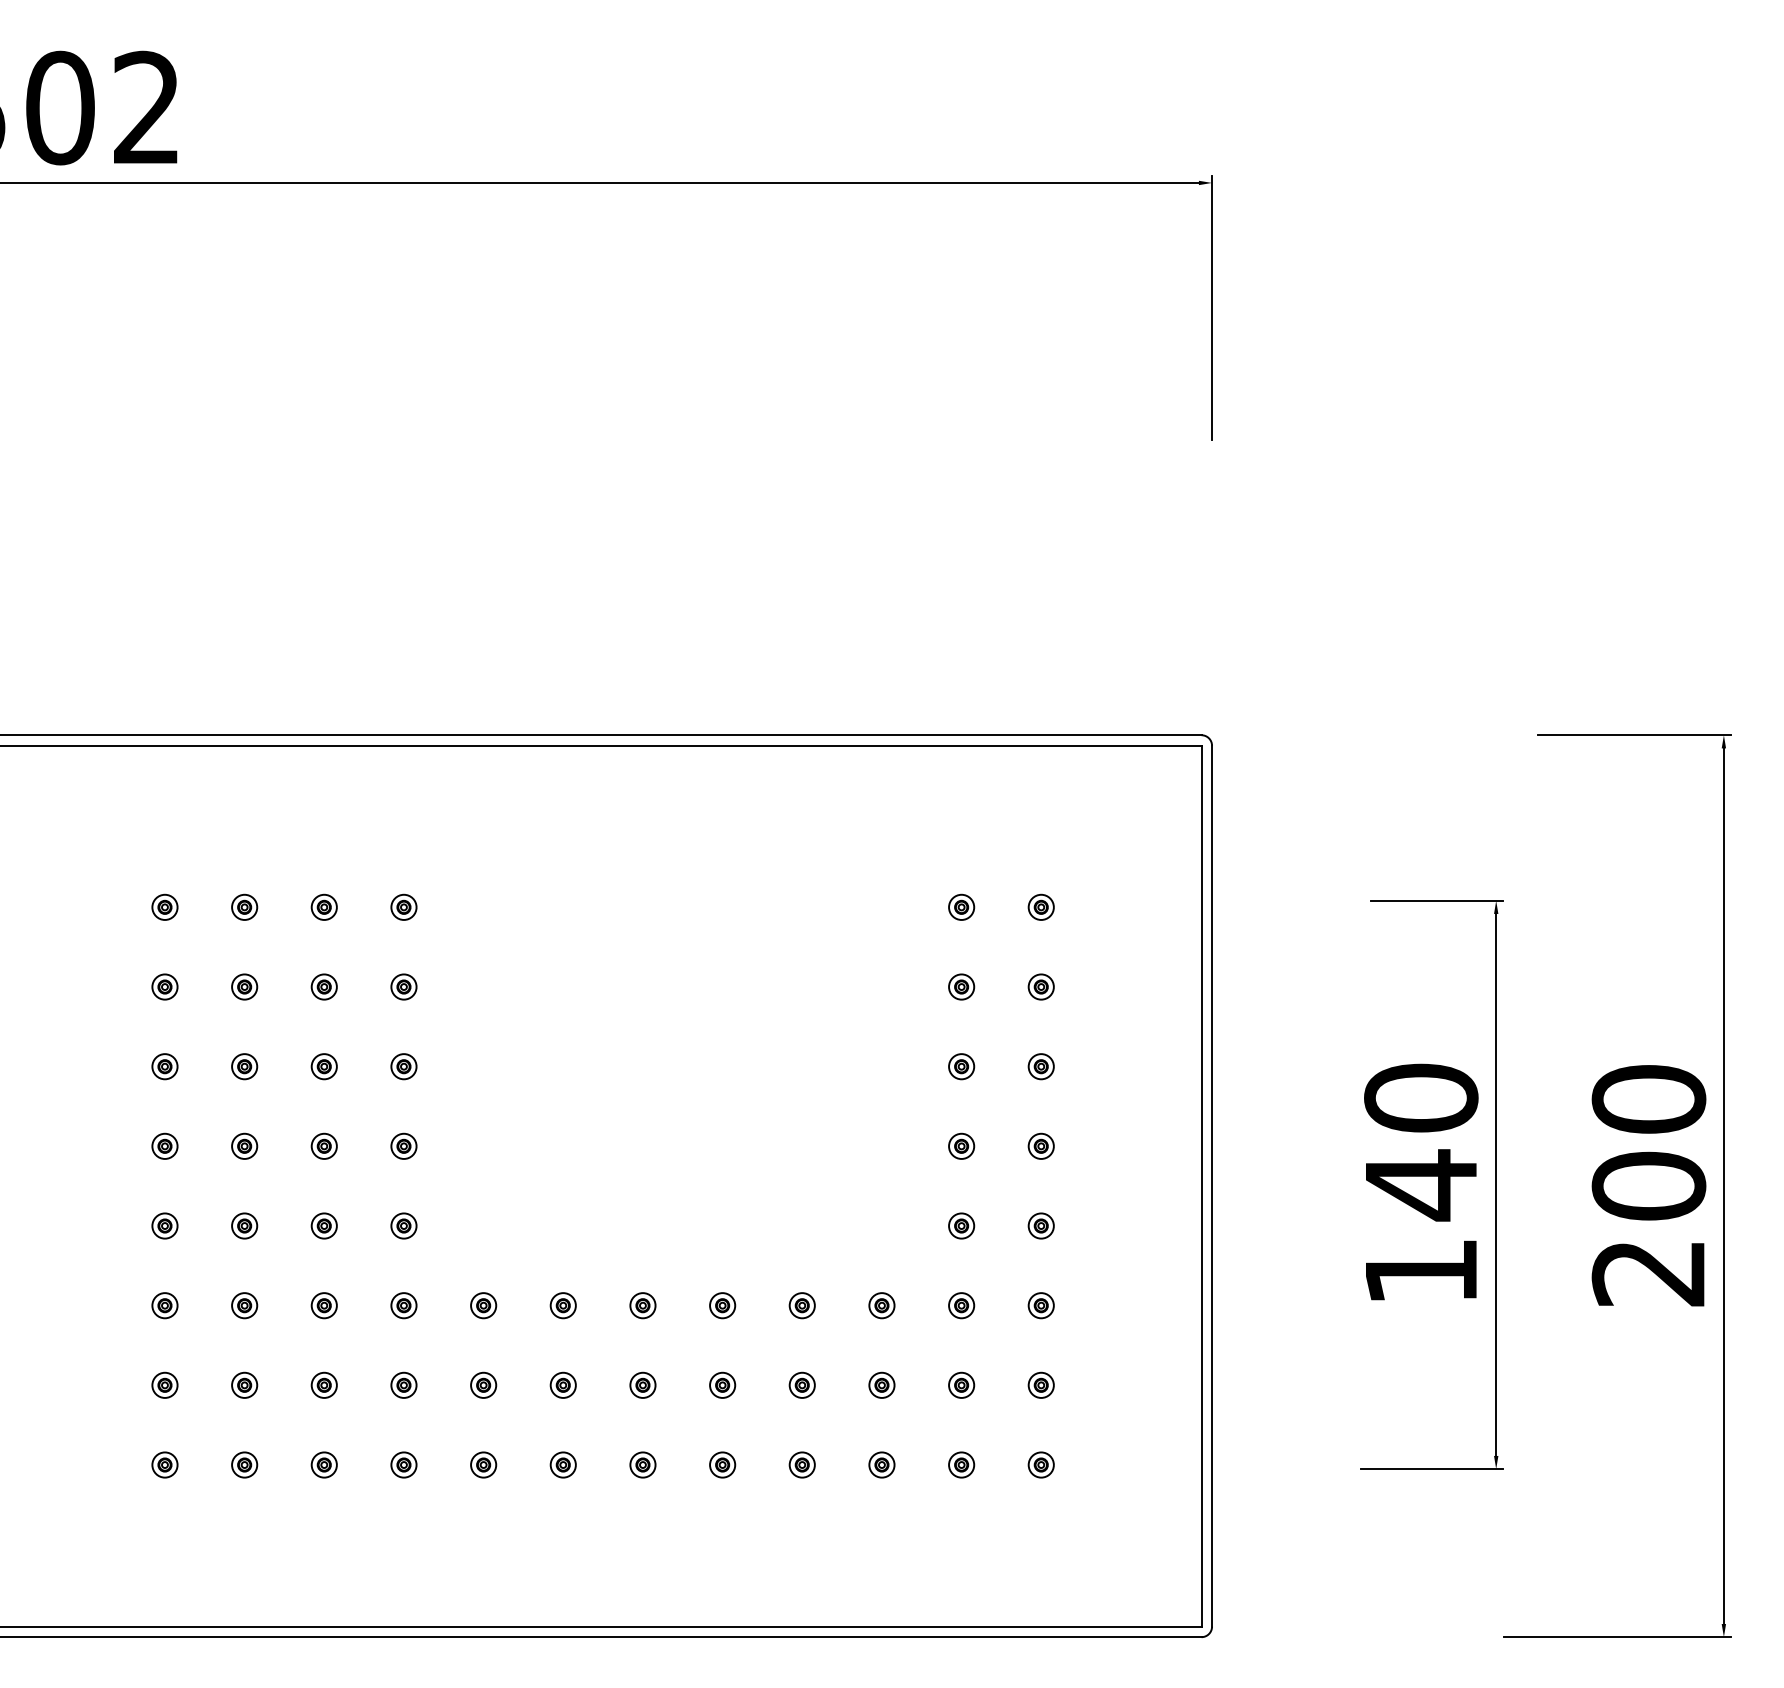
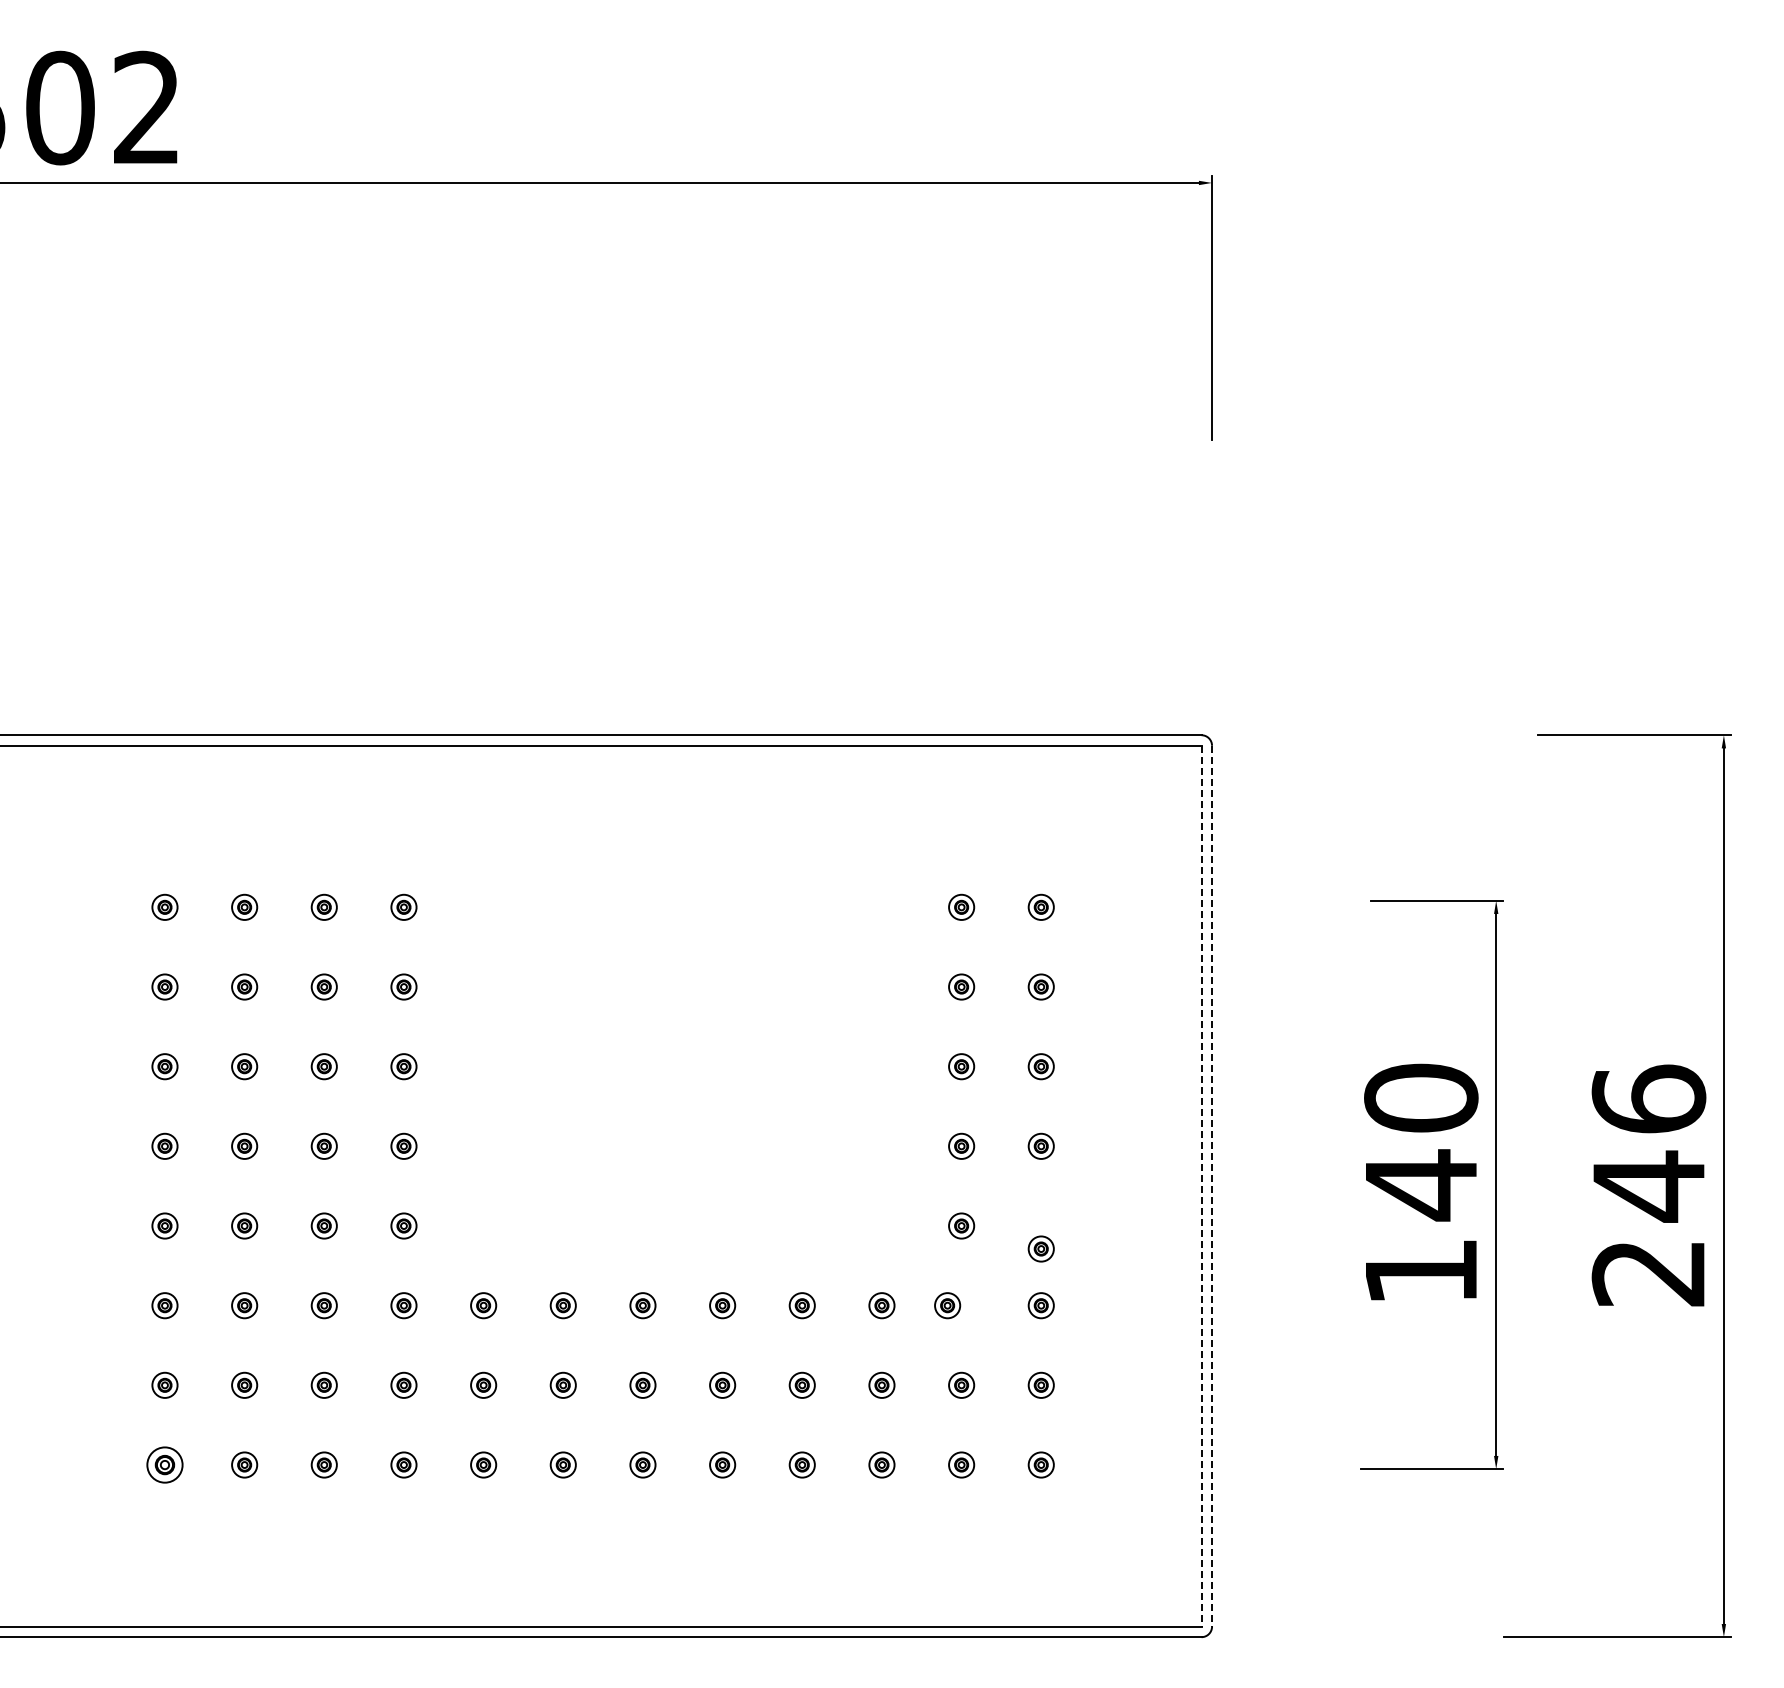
text at (1648, 1143): 200 -> 246
line at (1201, 1186): solid -> dashed
line at (1212, 1186): solid -> dashed
part at (1040, 1225) position: (1040, 1225) -> (1040, 1248)
part at (961, 1305) position: (961, 1305) -> (947, 1305)
part at (164, 1464) size: 28x28 px -> 38x38 px
